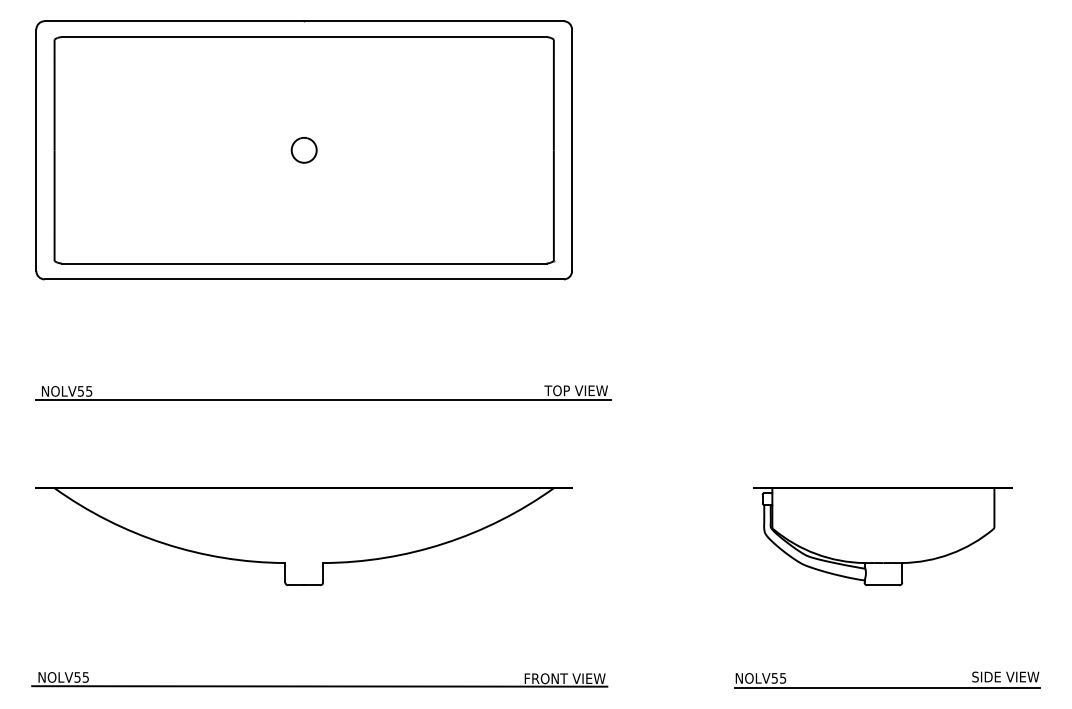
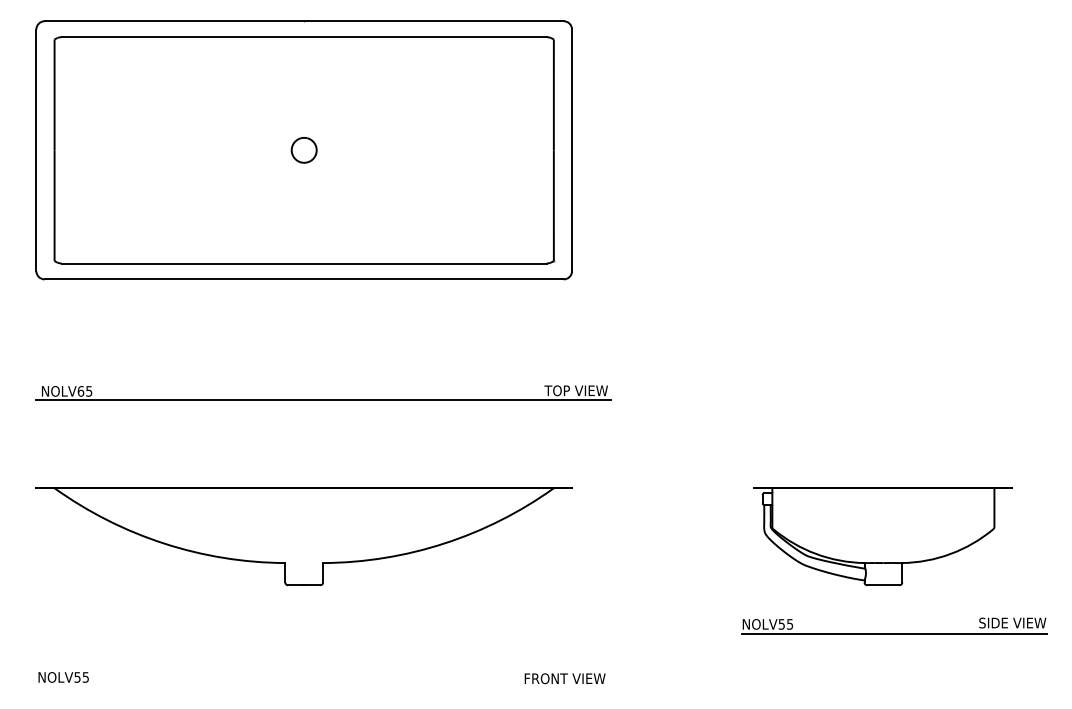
text at (80, 391): NOLV55 -> NOLV65
line at (319, 686): present -> none
part at (887, 687) position: (887, 687) -> (894, 633)
